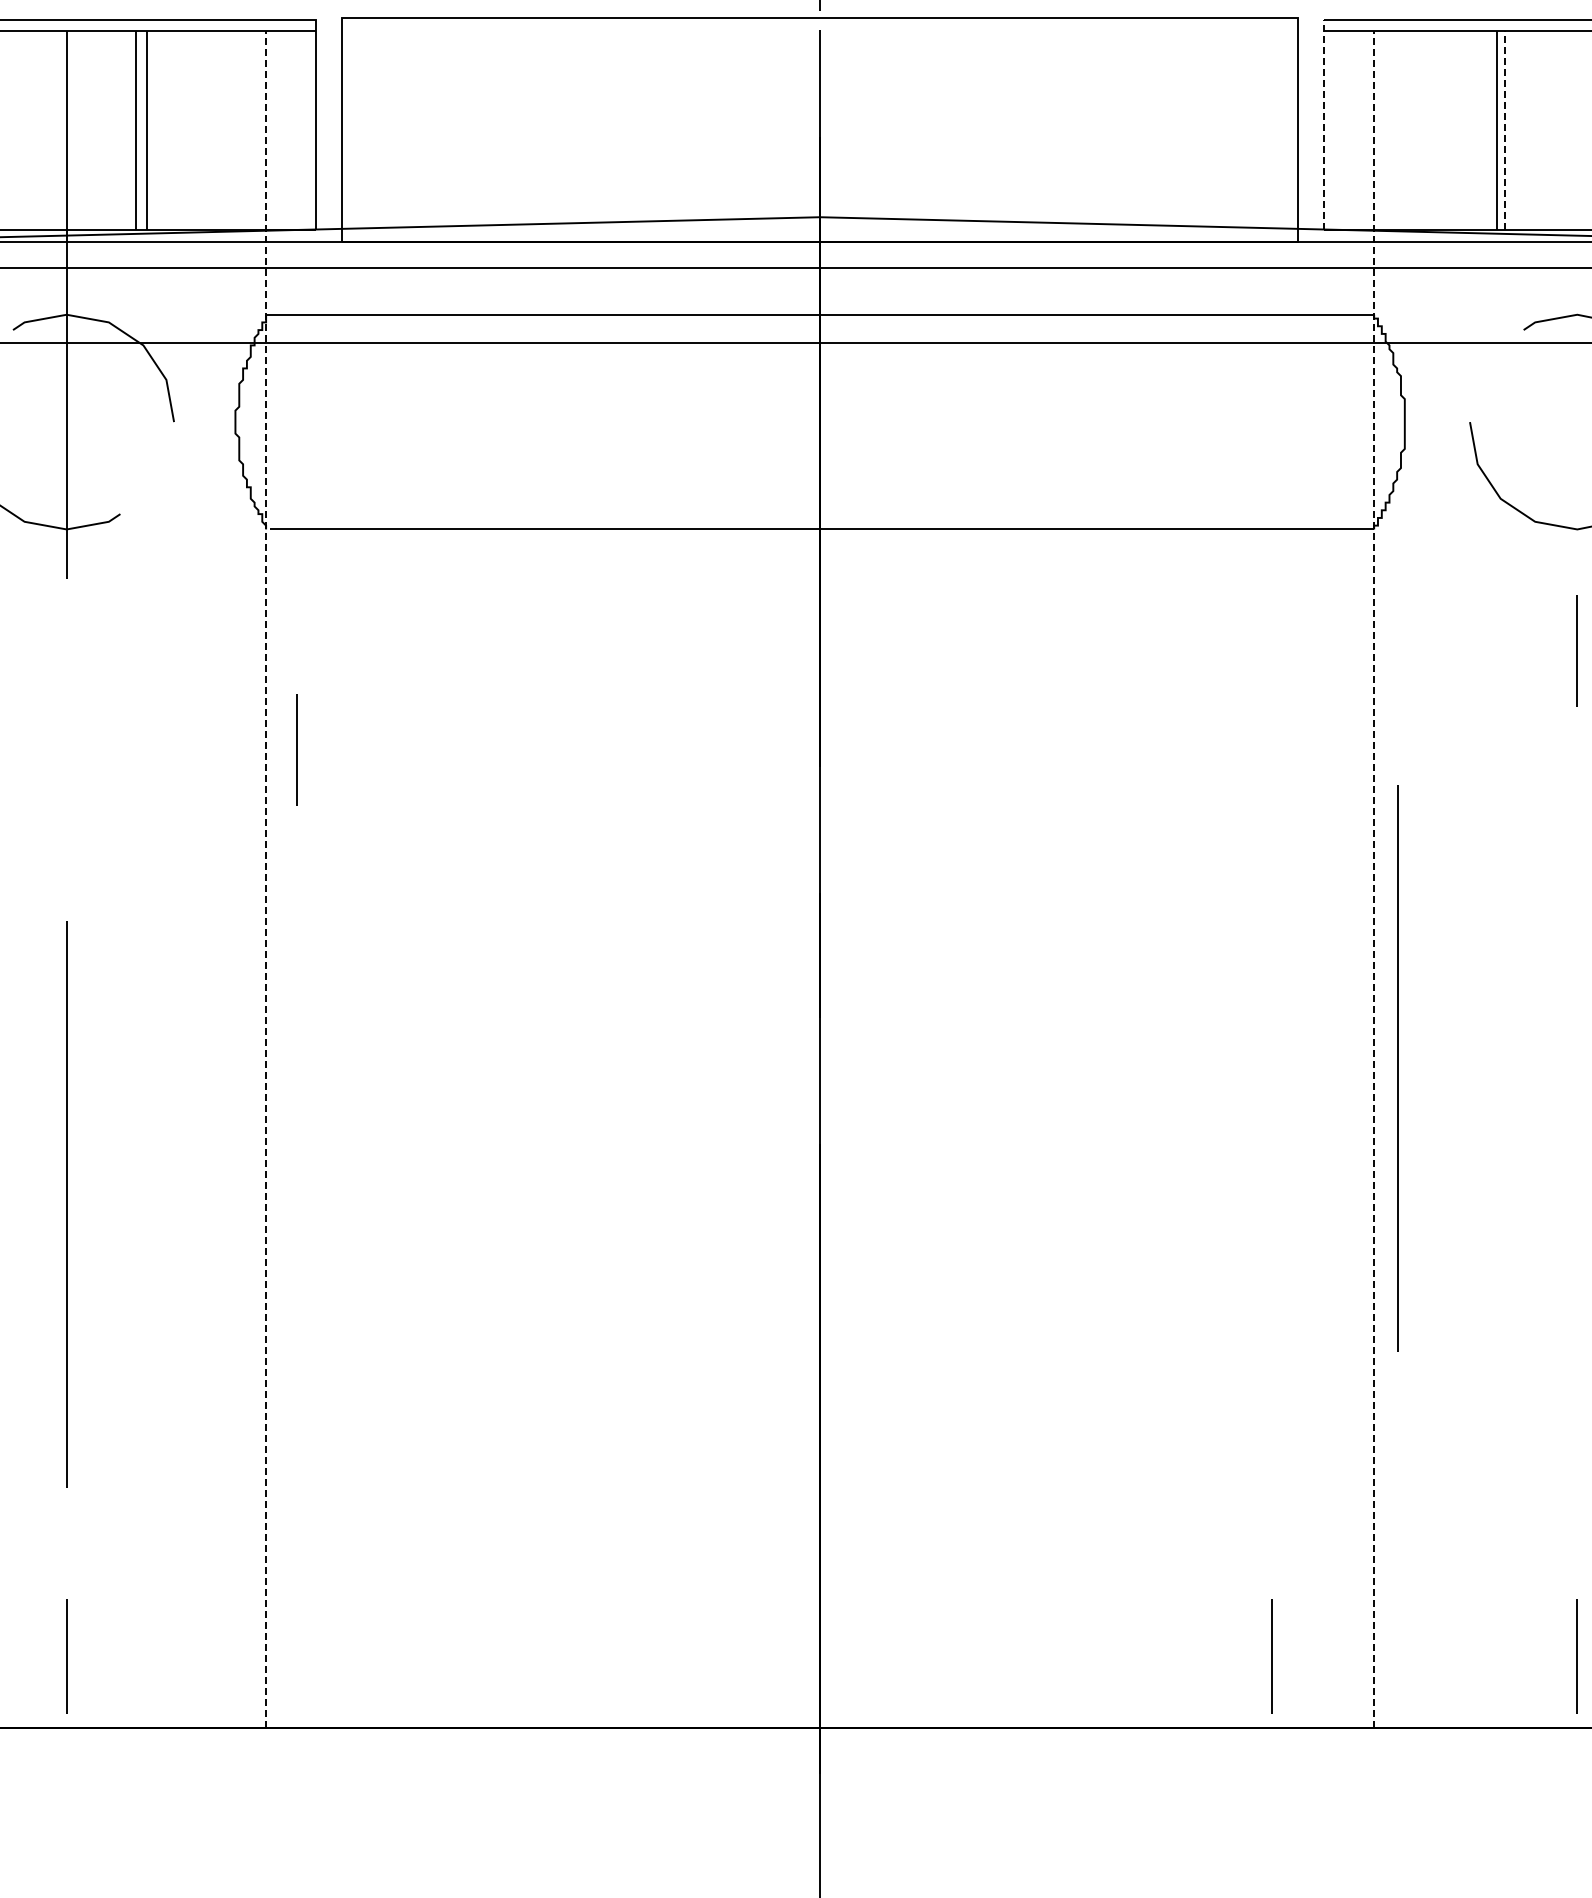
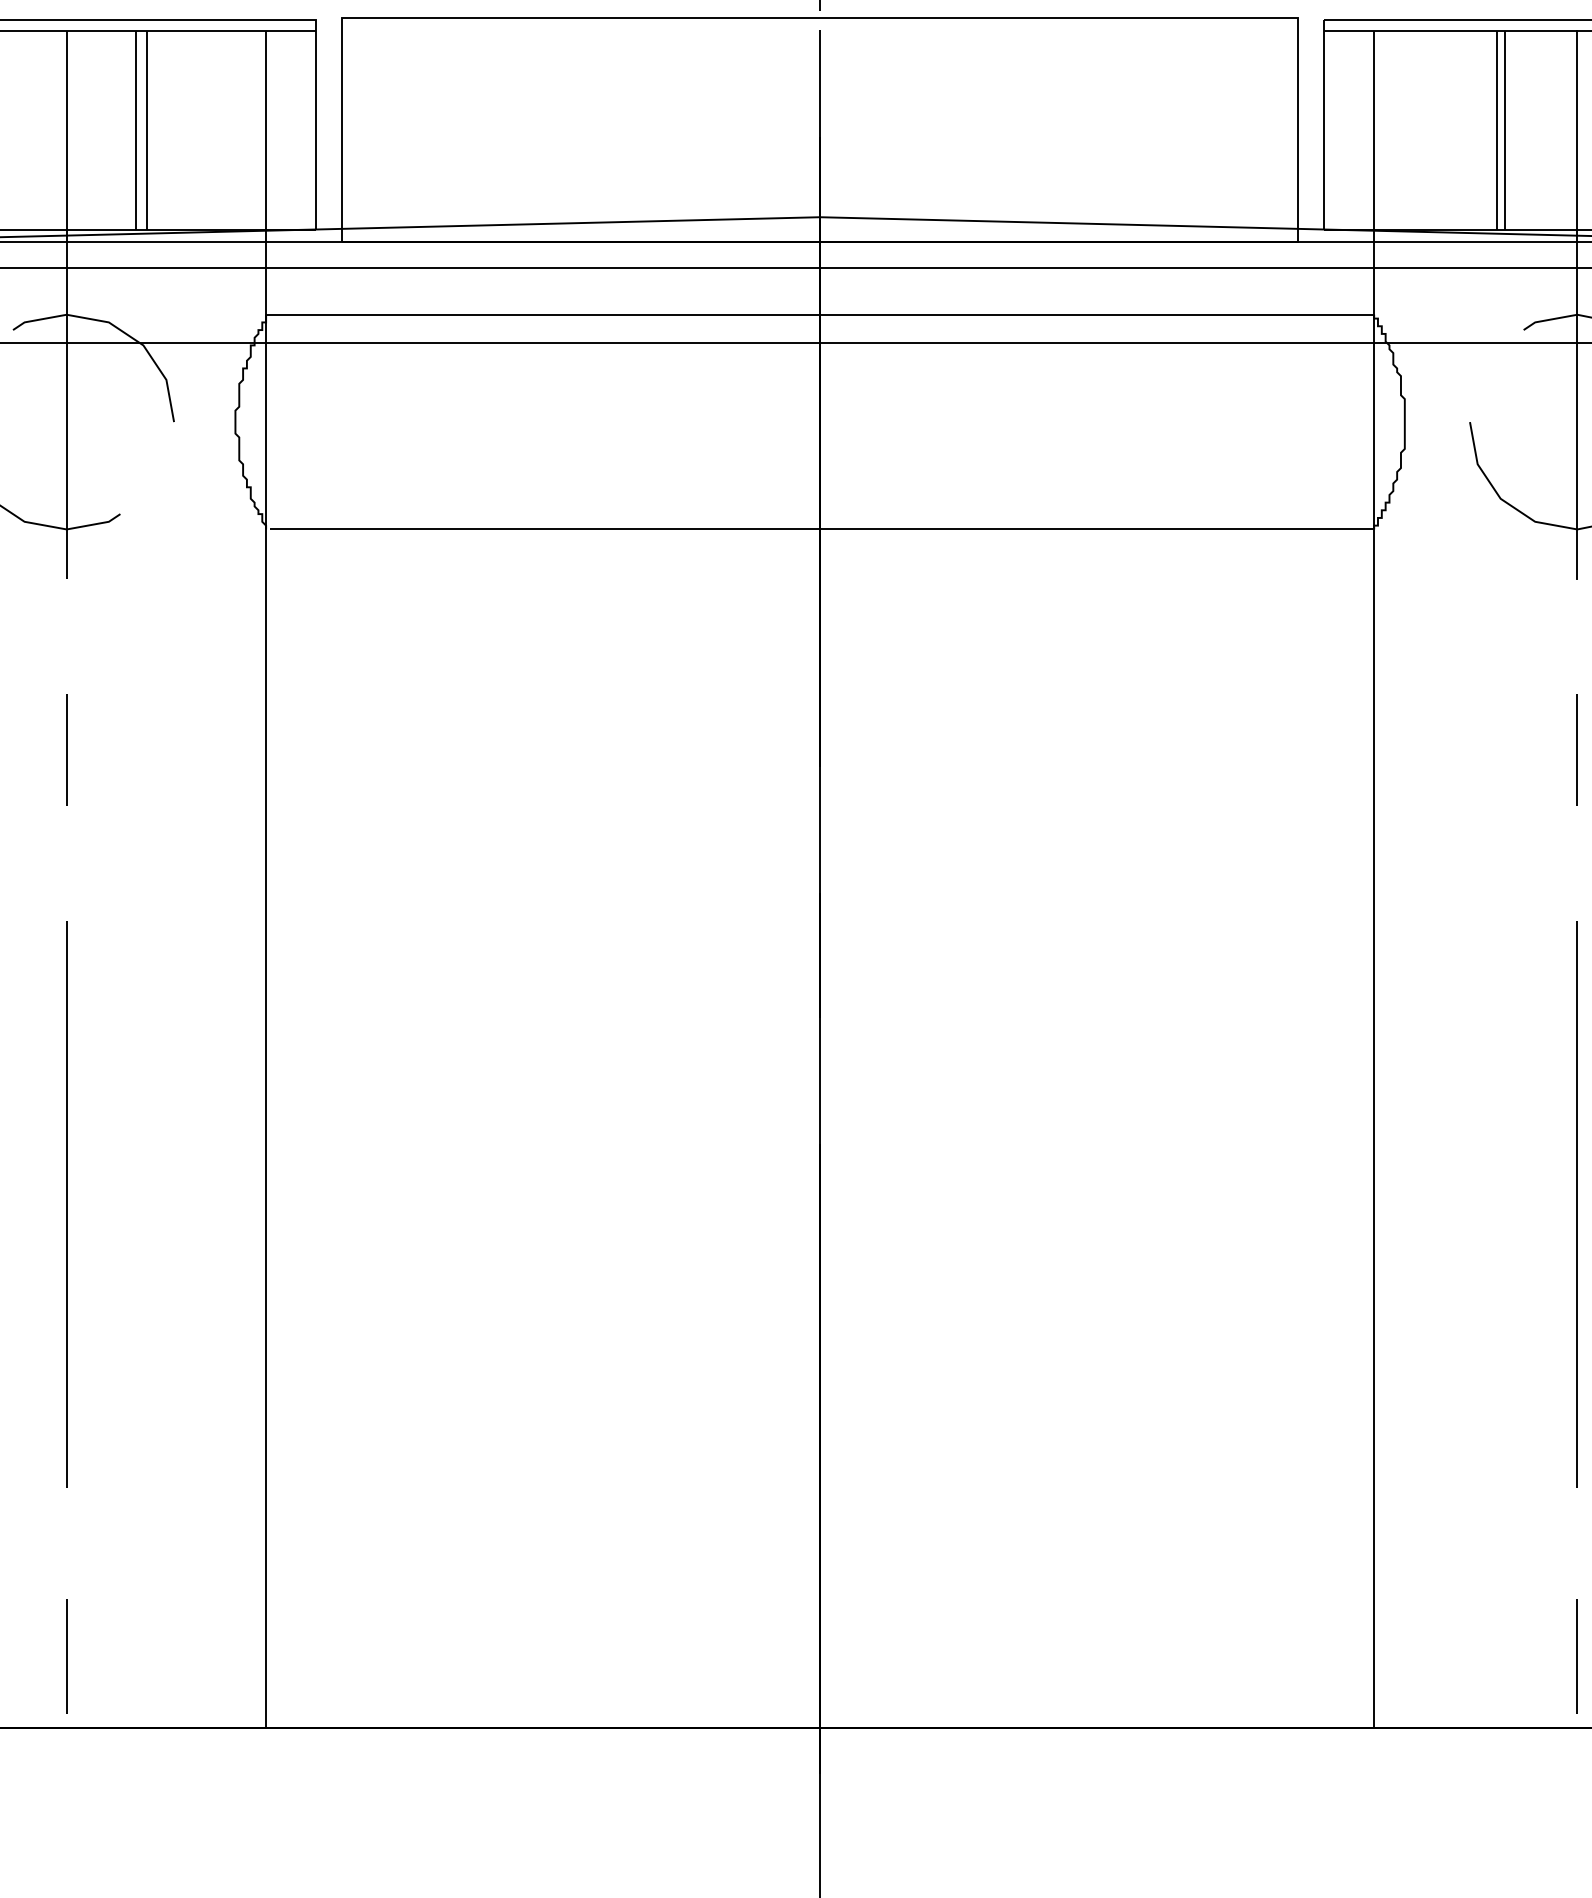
line at (1324, 124): dashed -> solid
line at (1504, 130): dashed -> solid
line at (1577, 305): none -> present
line at (1576, 650) position: (1576, 650) -> (1576, 749)
line at (296, 749) position: (296, 749) -> (66, 749)
line at (266, 878): dashed -> solid
line at (1374, 878): dashed -> solid
line at (1397, 1068) position: (1397, 1068) -> (1576, 1204)
line at (1271, 1656): present -> none
